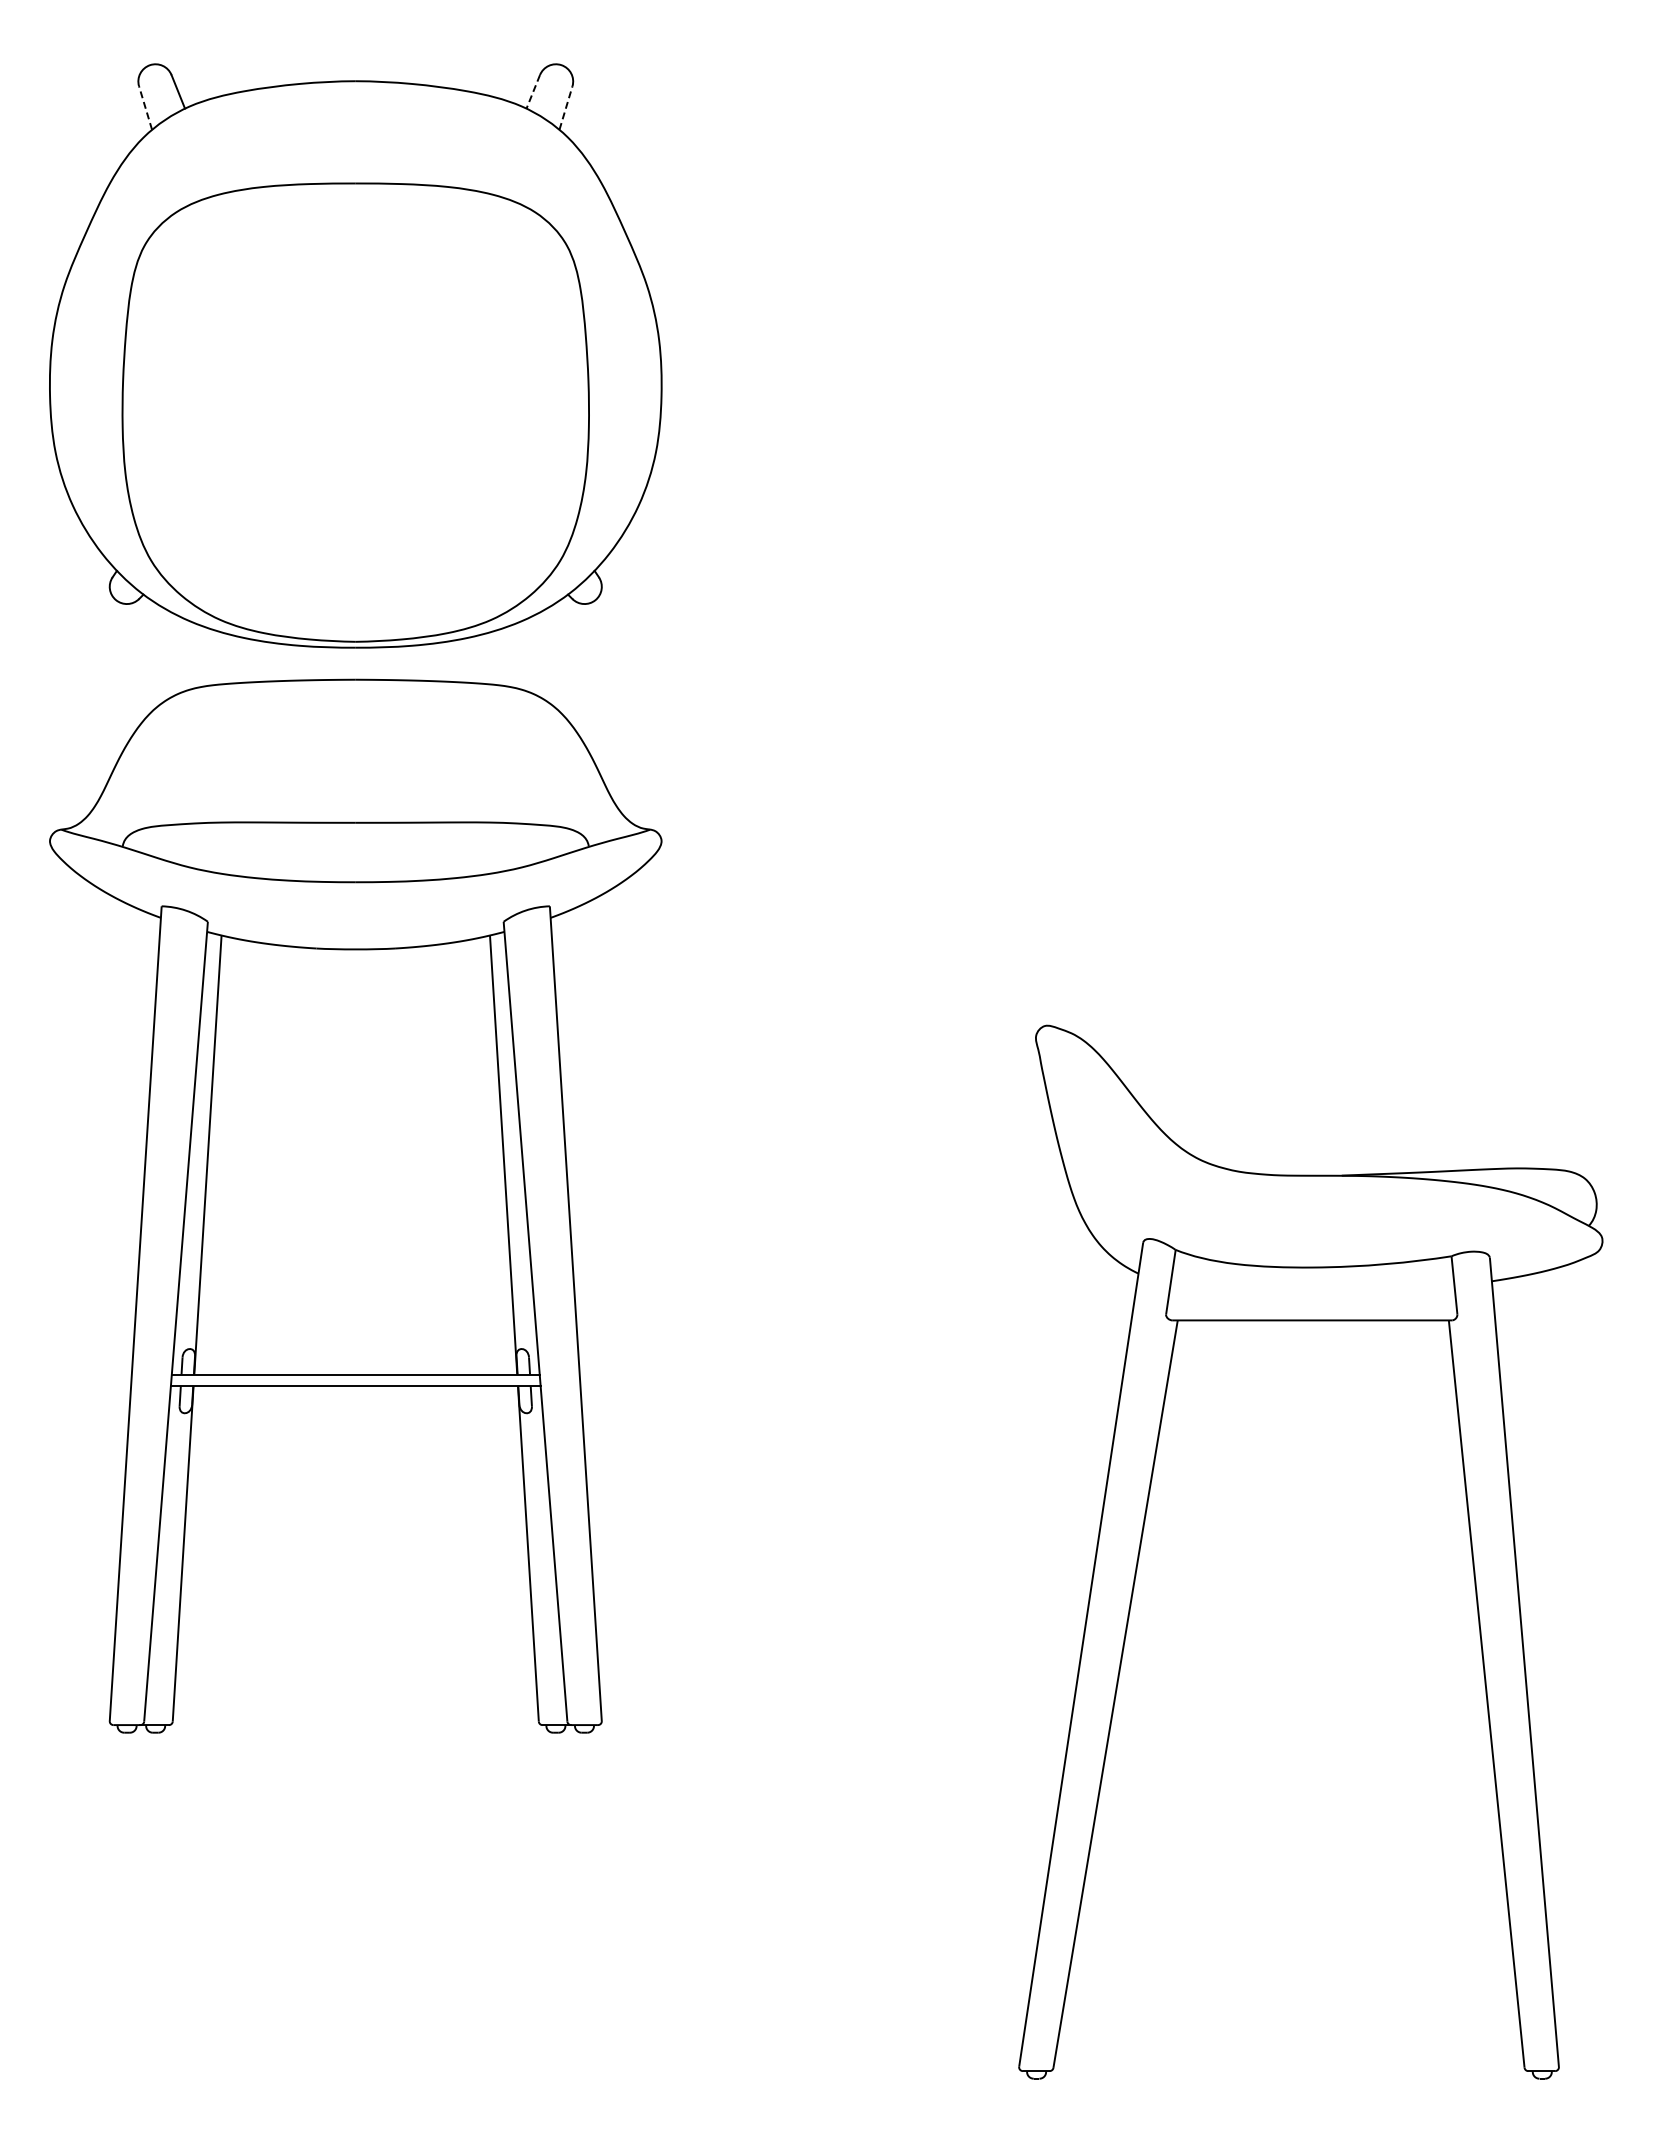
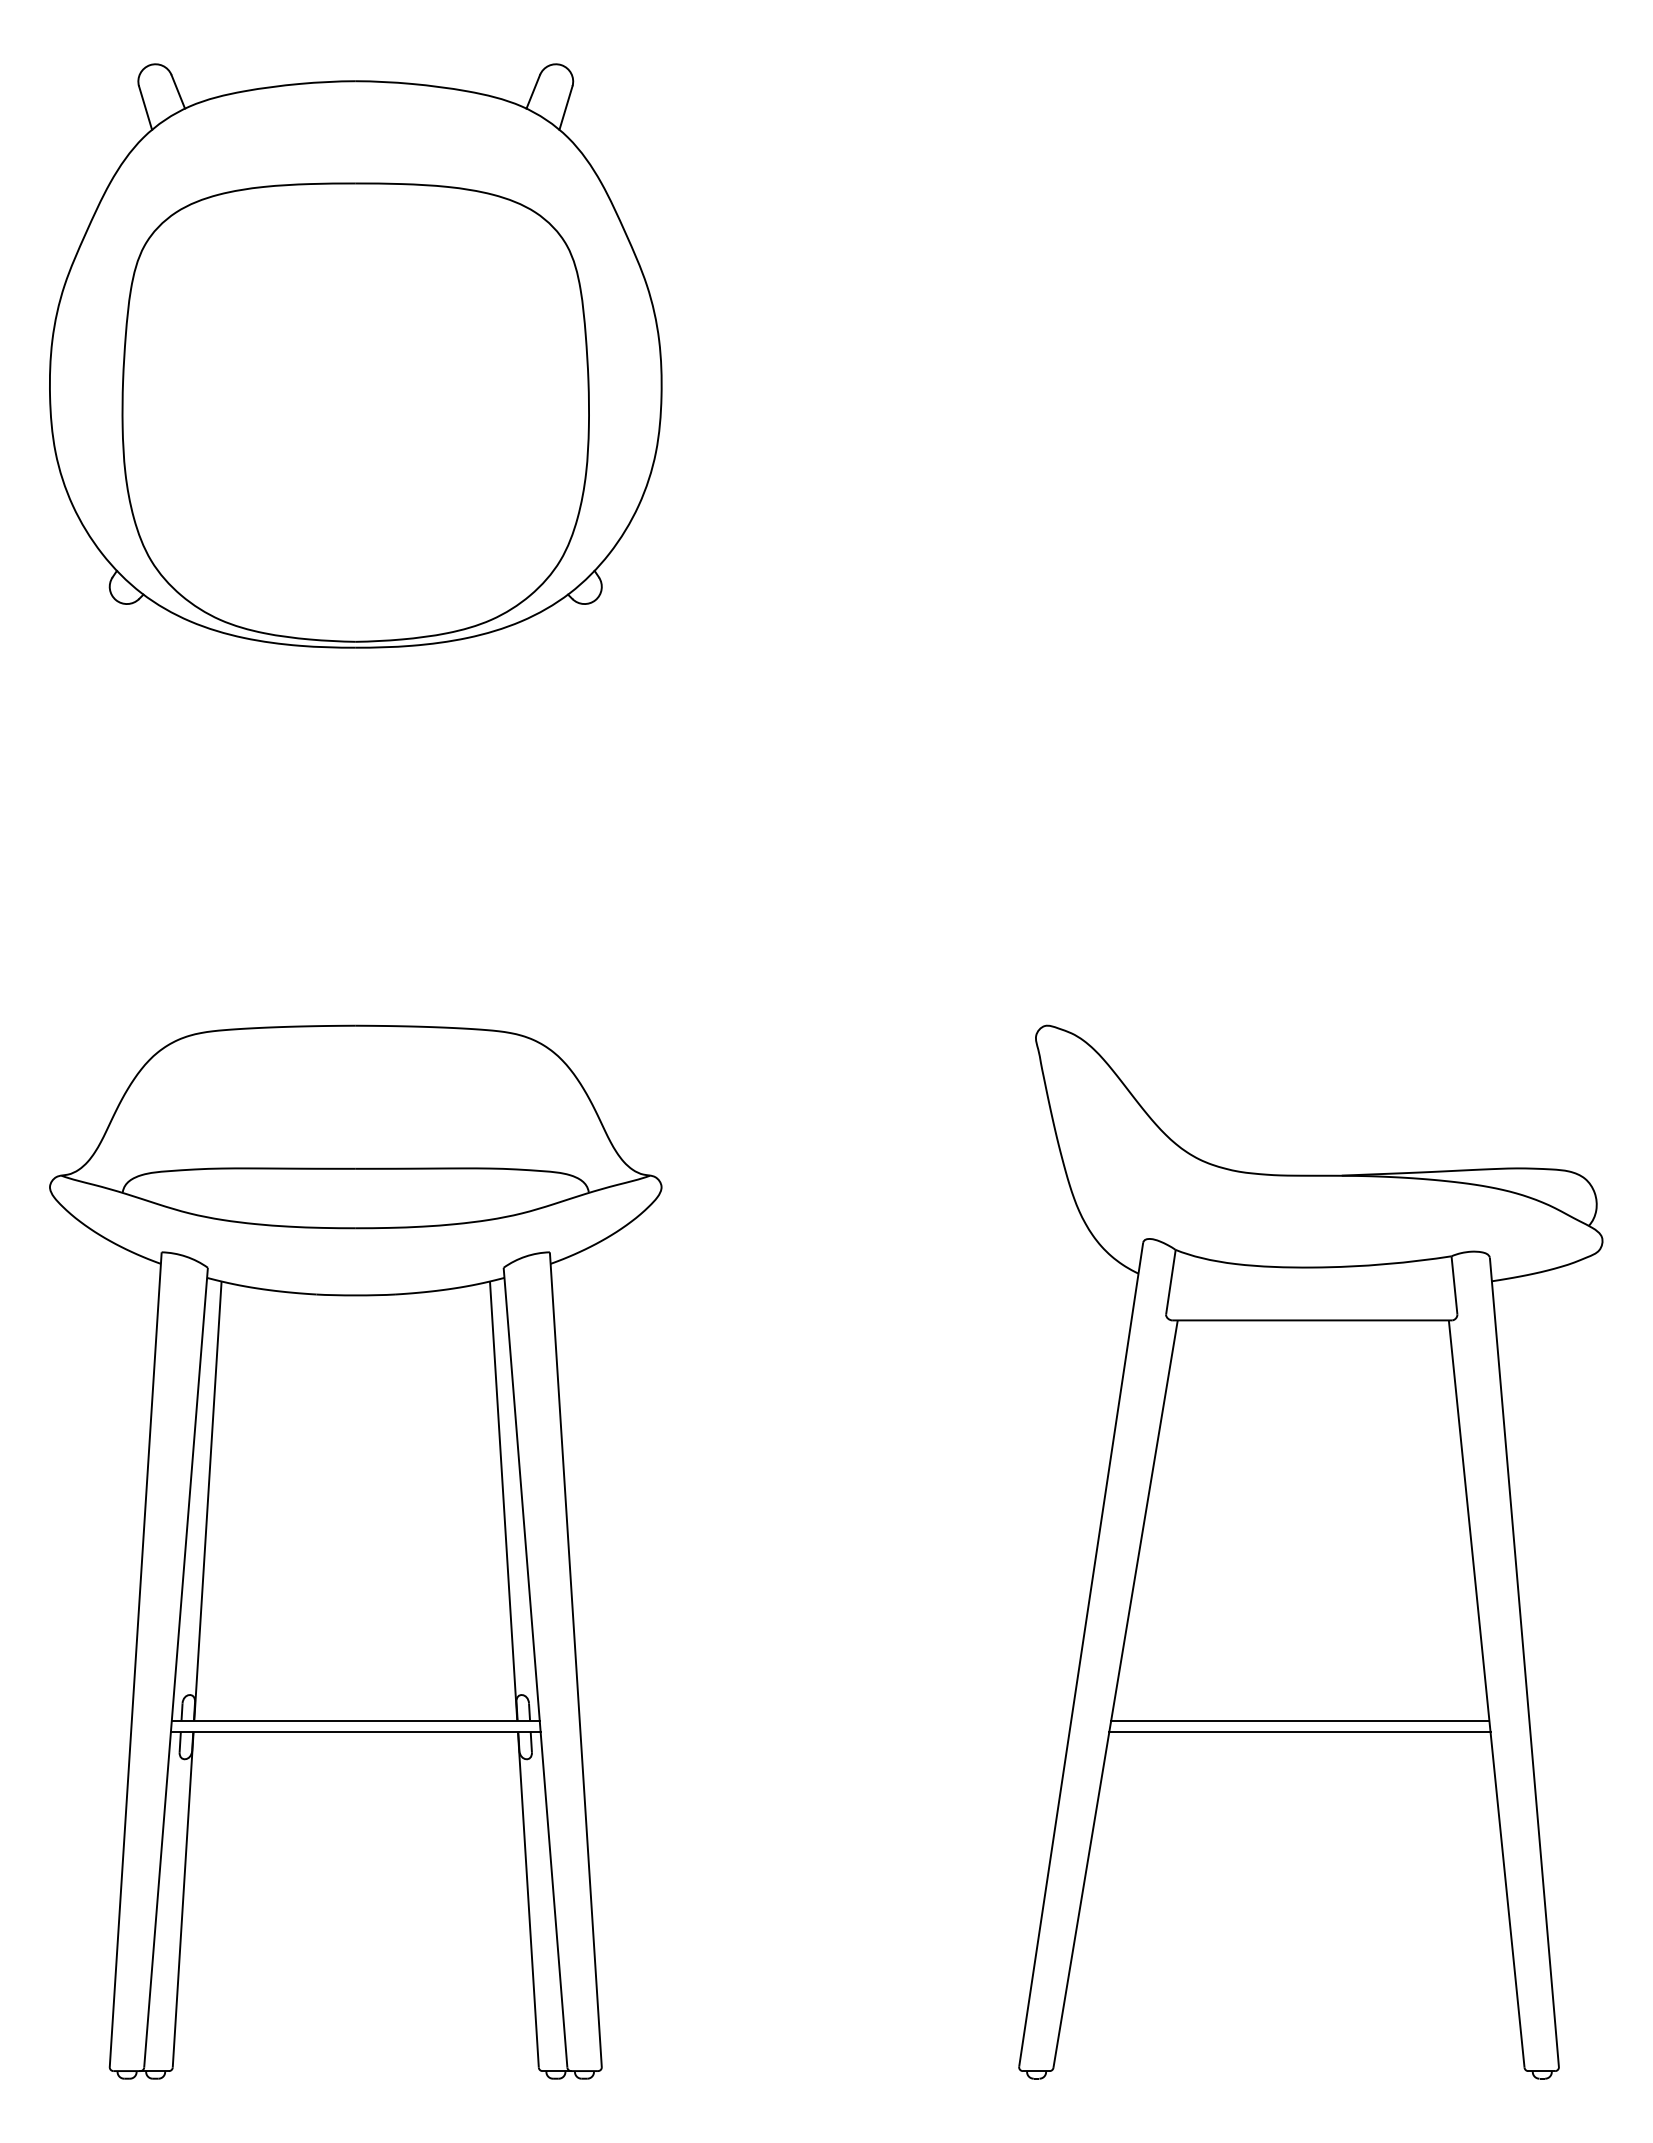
line at (533, 92): dashed -> solid
line at (145, 107): dashed -> solid
line at (566, 107): dashed -> solid
part at (355, 1205) position: (355, 1205) -> (355, 1551)
line at (1300, 1720): none -> present
line at (1299, 1731): none -> present
